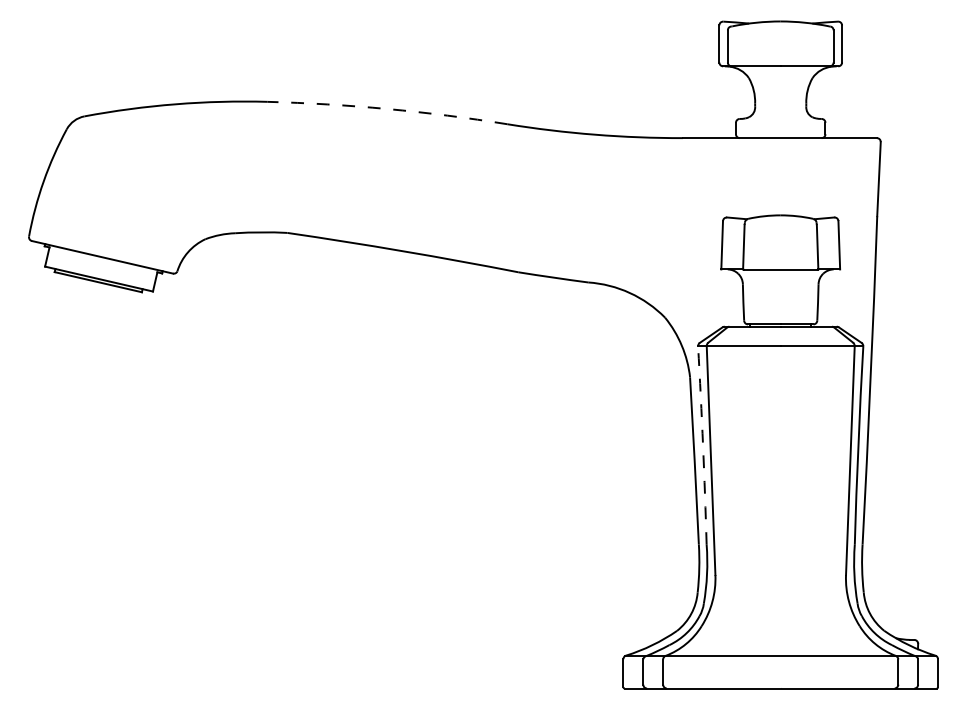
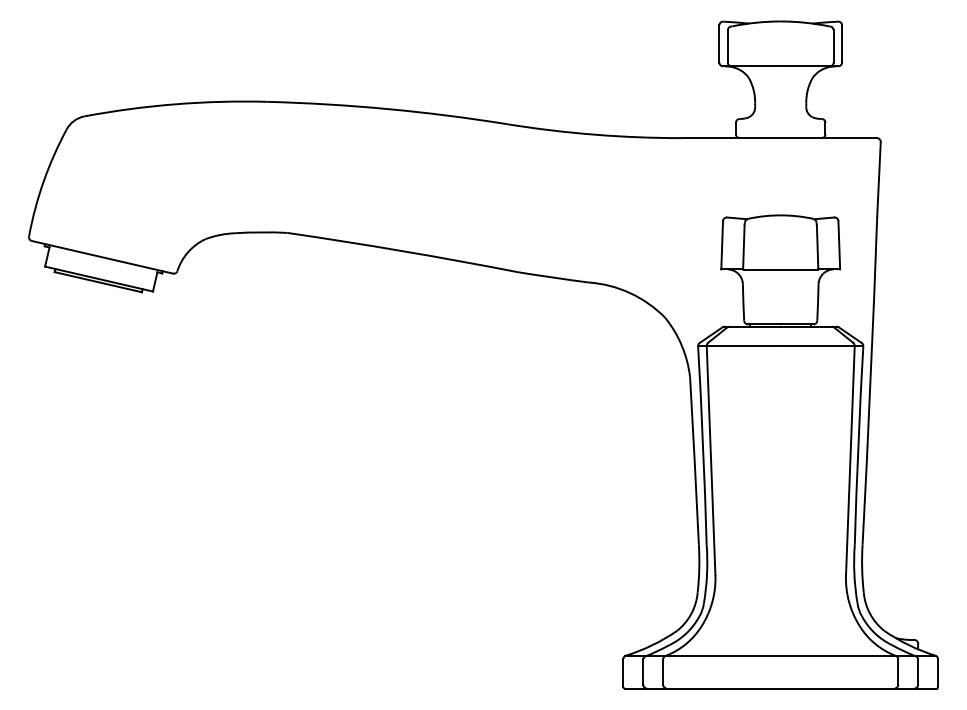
arc at (387, 109): dashed -> solid
arc at (703, 445): dashed -> solid
